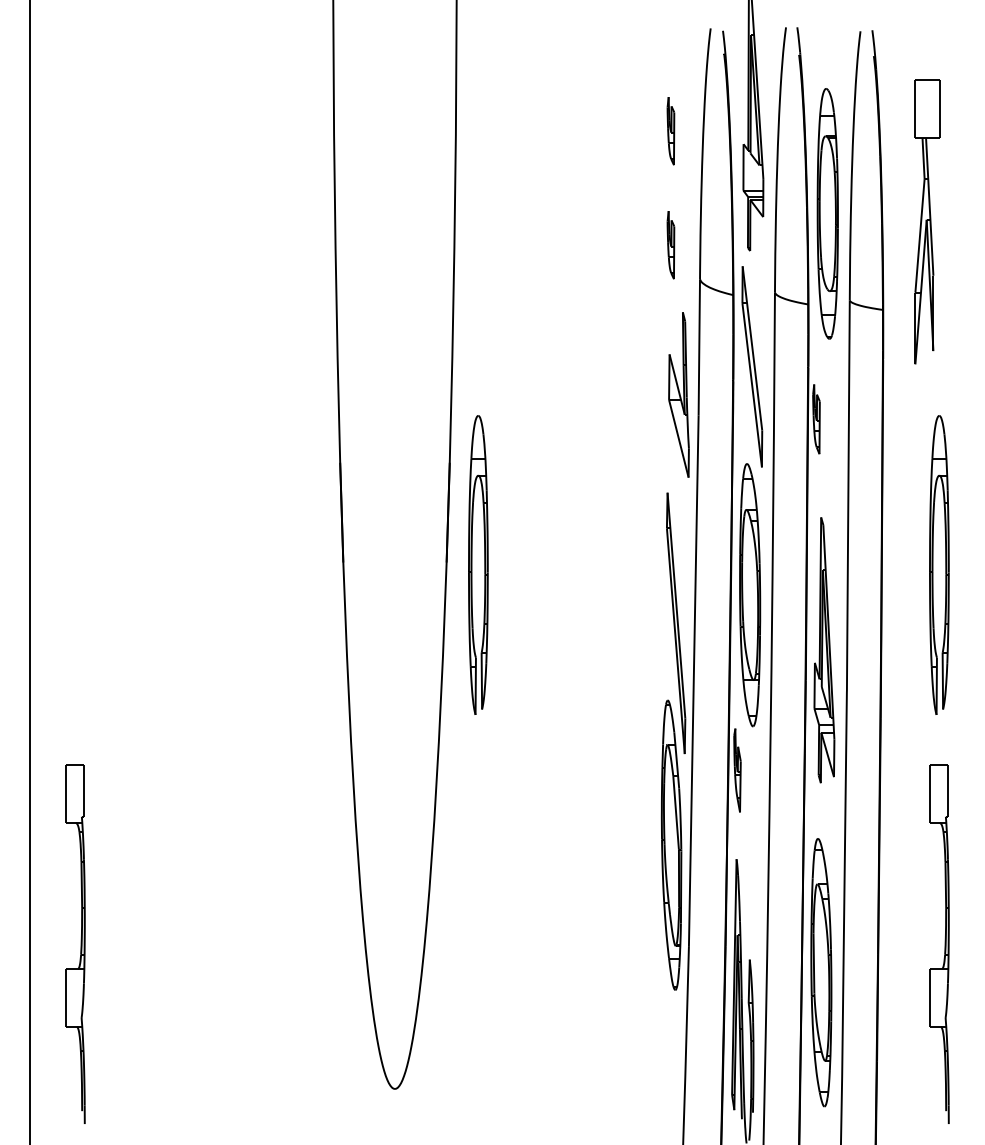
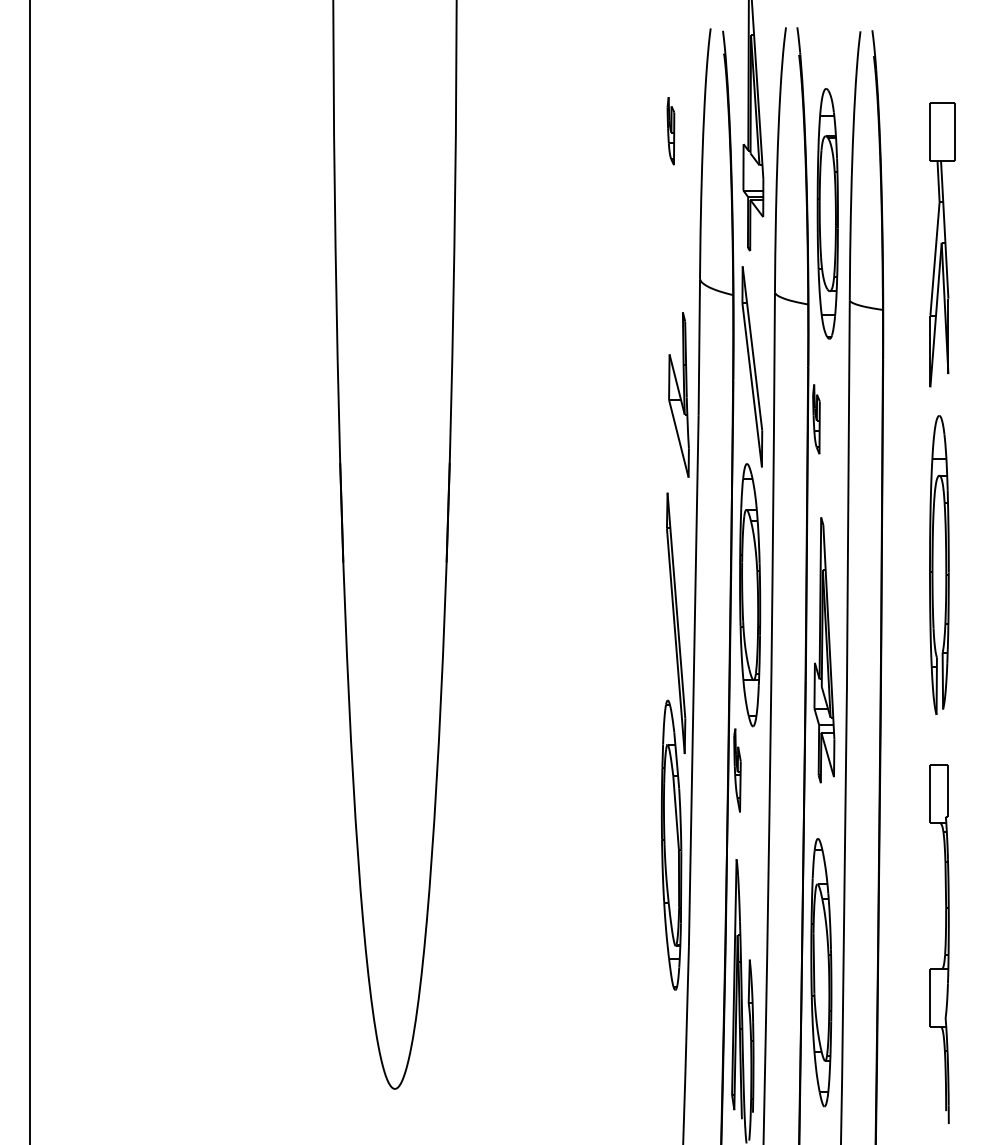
part at (927, 221) position: (927, 221) -> (942, 244)
part at (670, 245): present -> none
part at (478, 564): present -> none
part at (75, 943): present -> none
